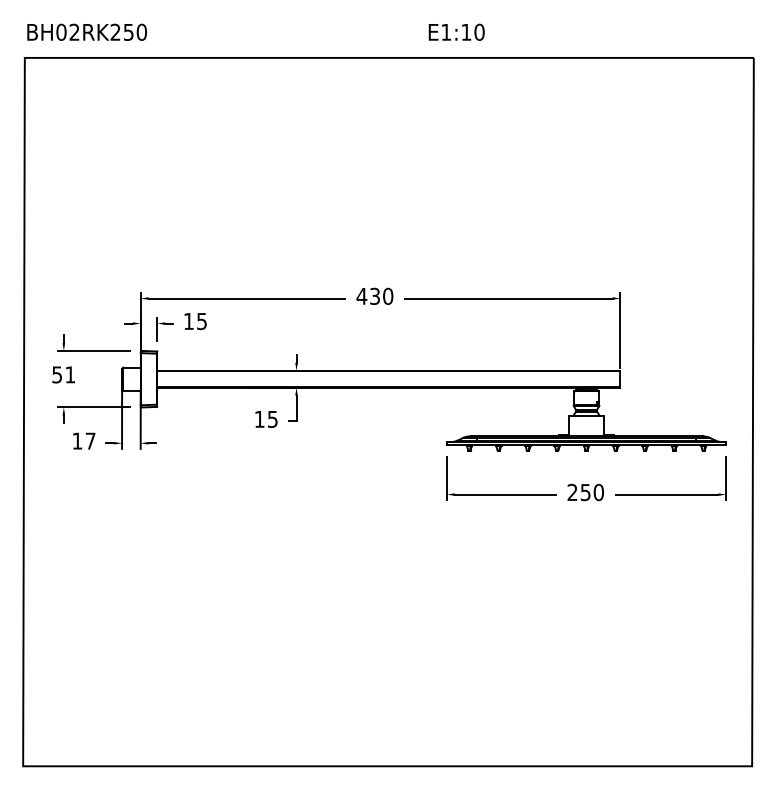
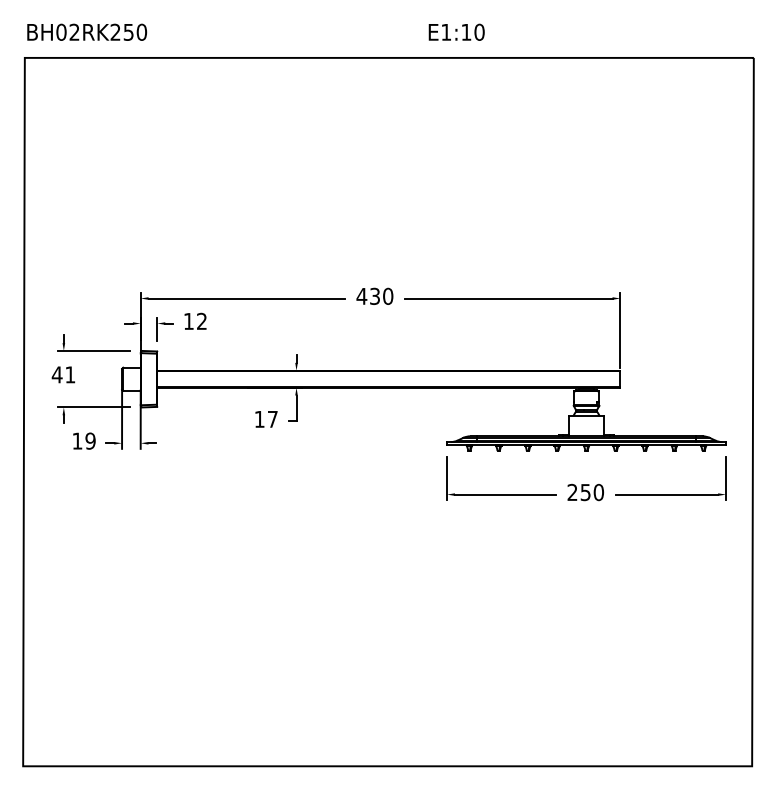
text at (201, 321): 15 -> 12
text at (56, 374): 51 -> 41
text at (272, 419): 15 -> 17
text at (90, 440): 17 -> 19
